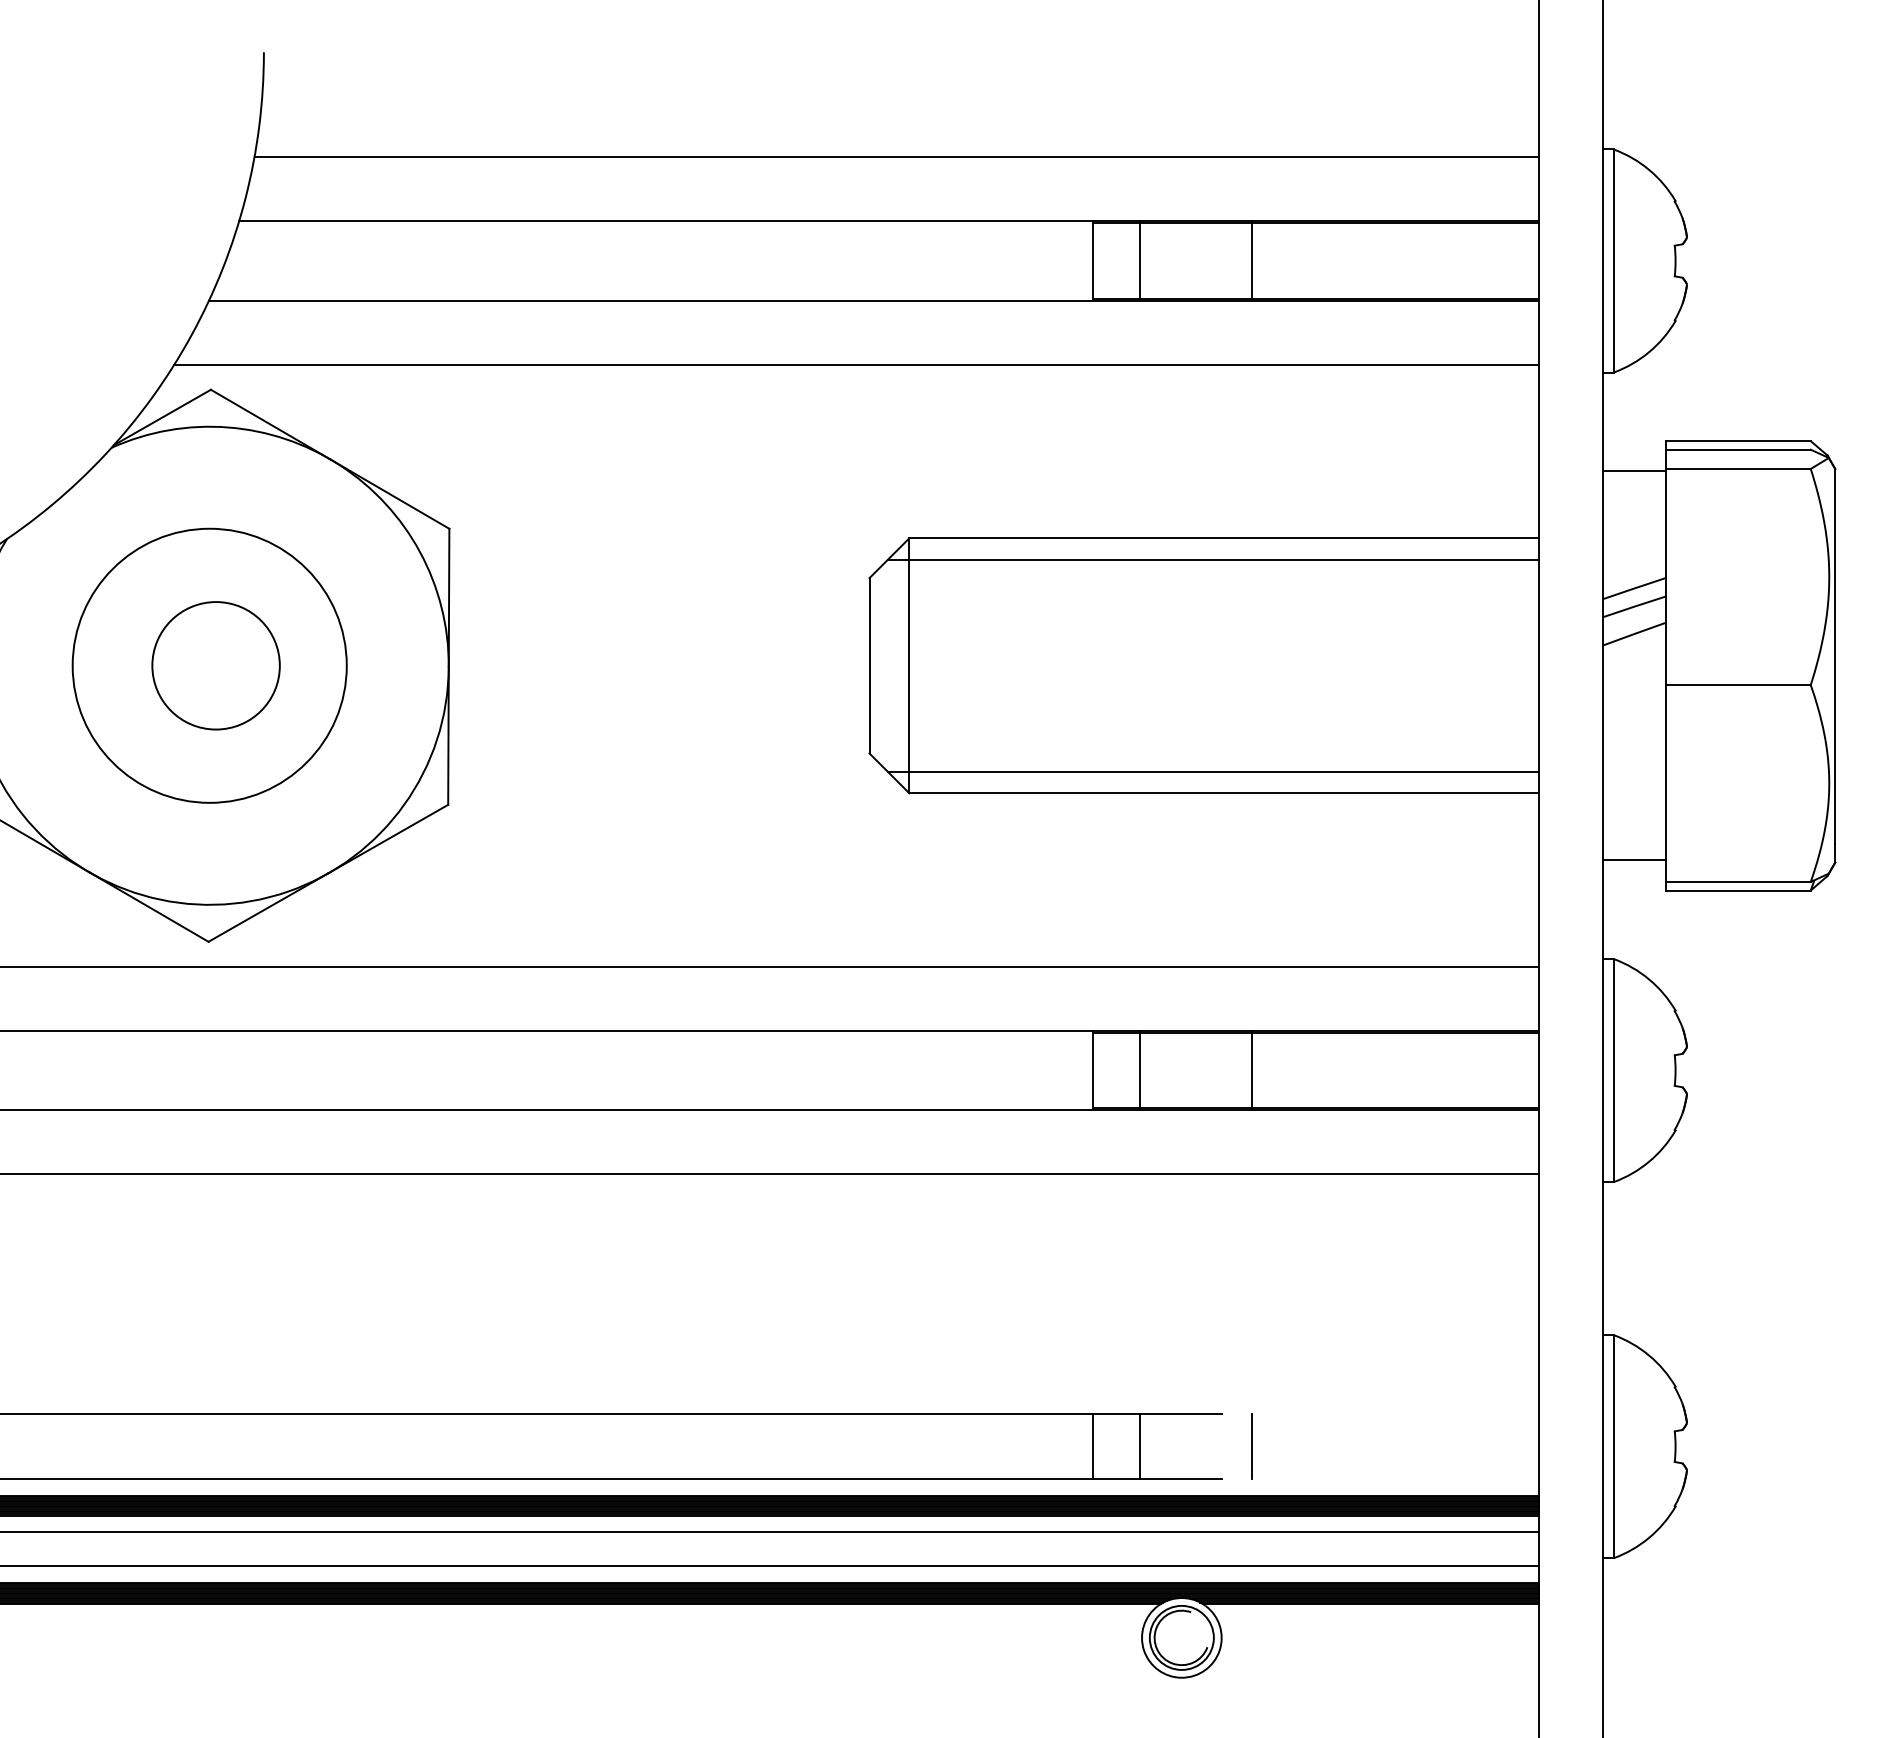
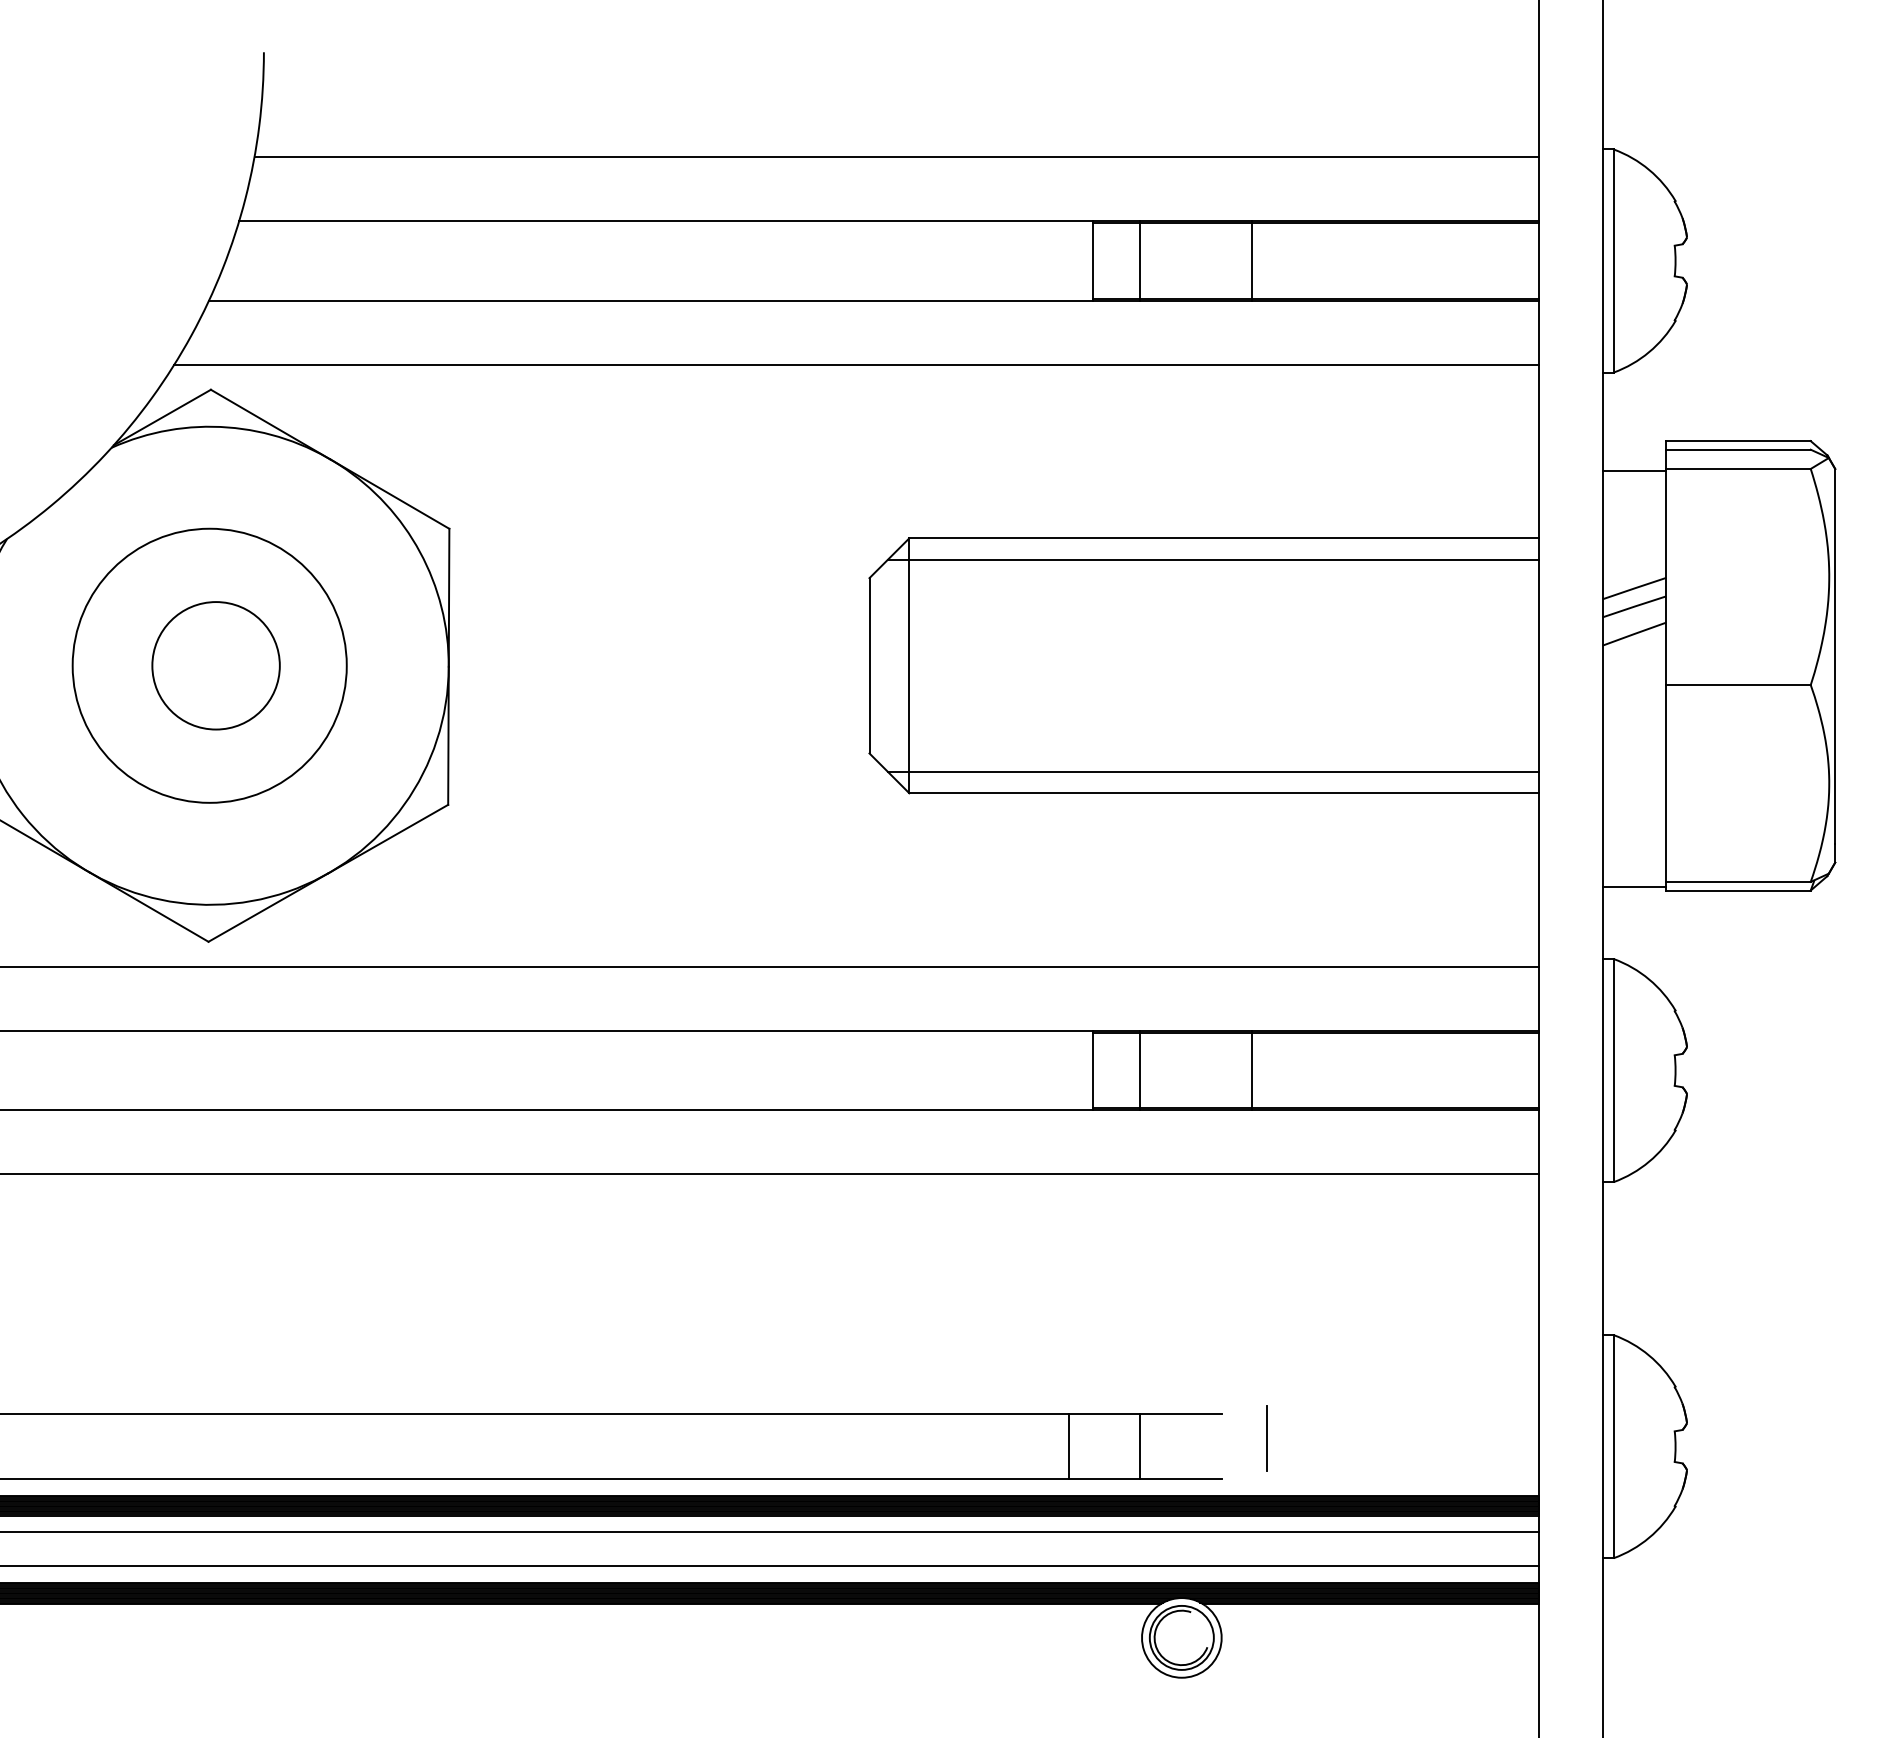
line at (1634, 860) position: (1634, 860) -> (1634, 887)
line at (1092, 1446) position: (1092, 1446) -> (1068, 1446)
line at (1251, 1446) position: (1251, 1446) -> (1266, 1438)
